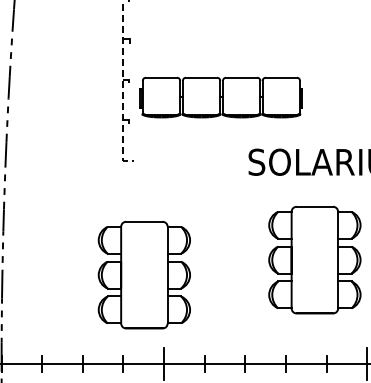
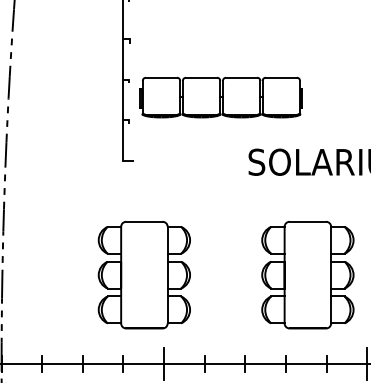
line at (123, 86): dashed -> solid
part at (314, 259) position: (314, 259) -> (307, 274)
